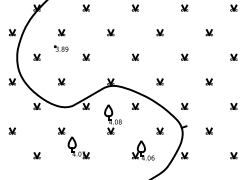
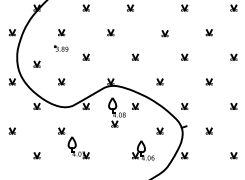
part at (134, 7) position: (134, 7) -> (129, 7)
part at (159, 32) position: (159, 32) -> (164, 33)
part at (36, 56) position: (36, 56) -> (36, 63)
part at (112, 119) position: (112, 119) -> (116, 112)
